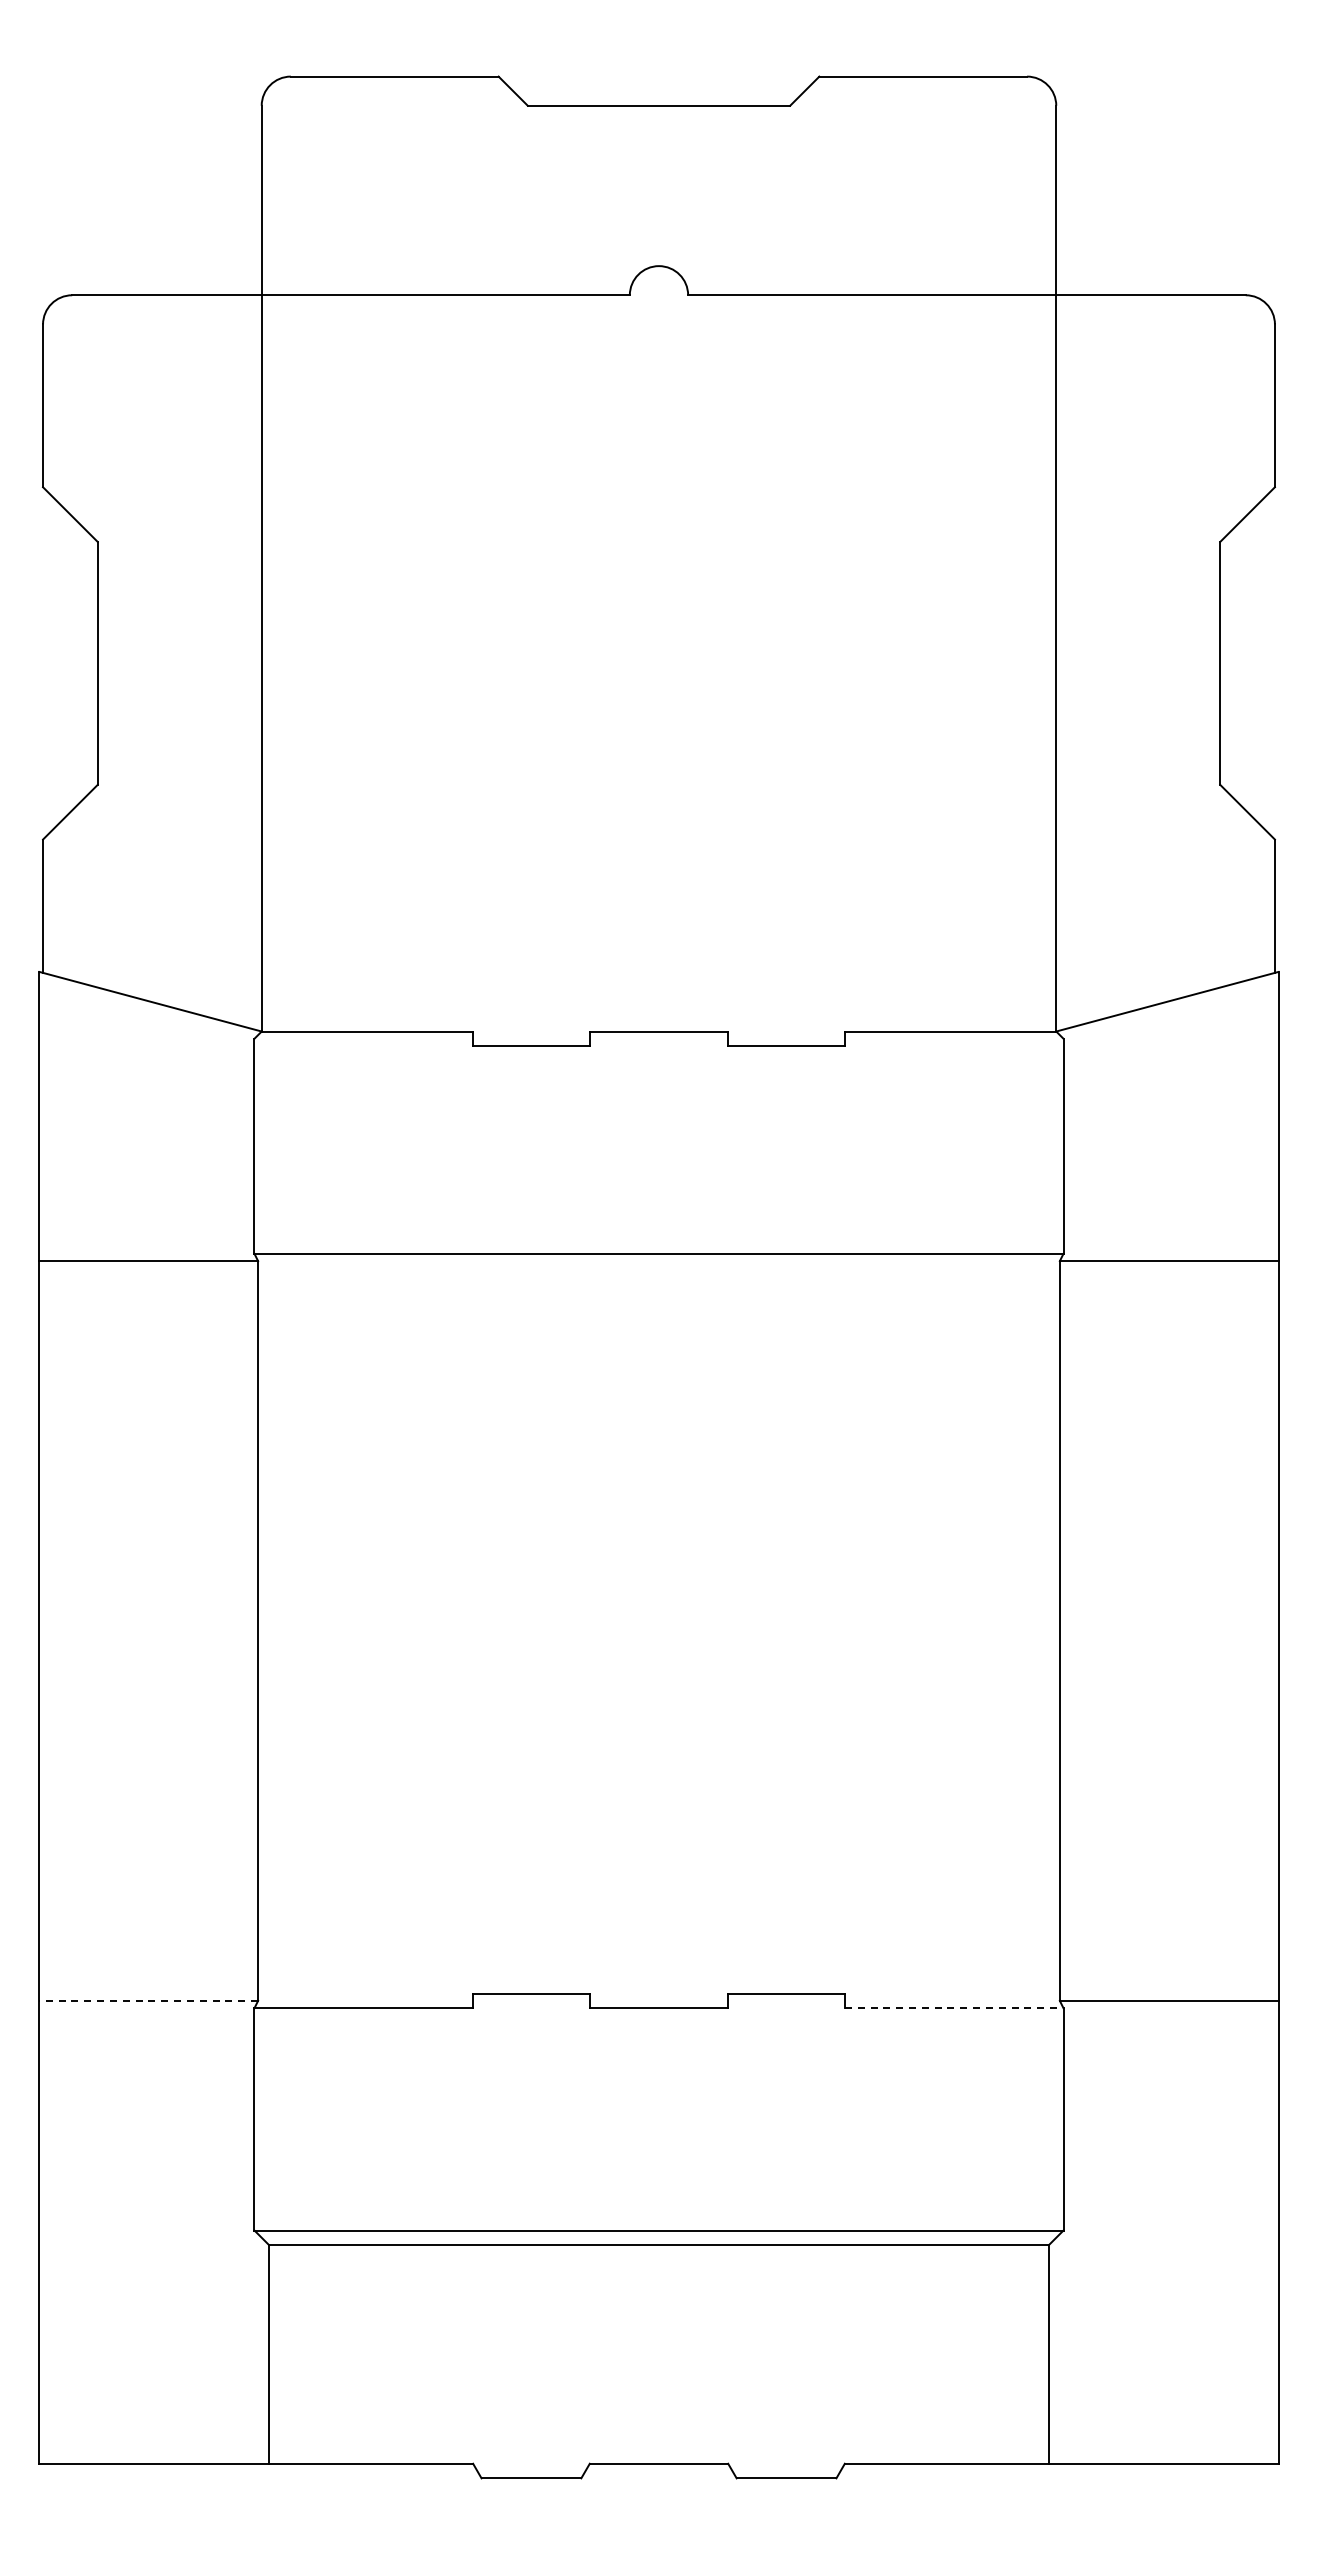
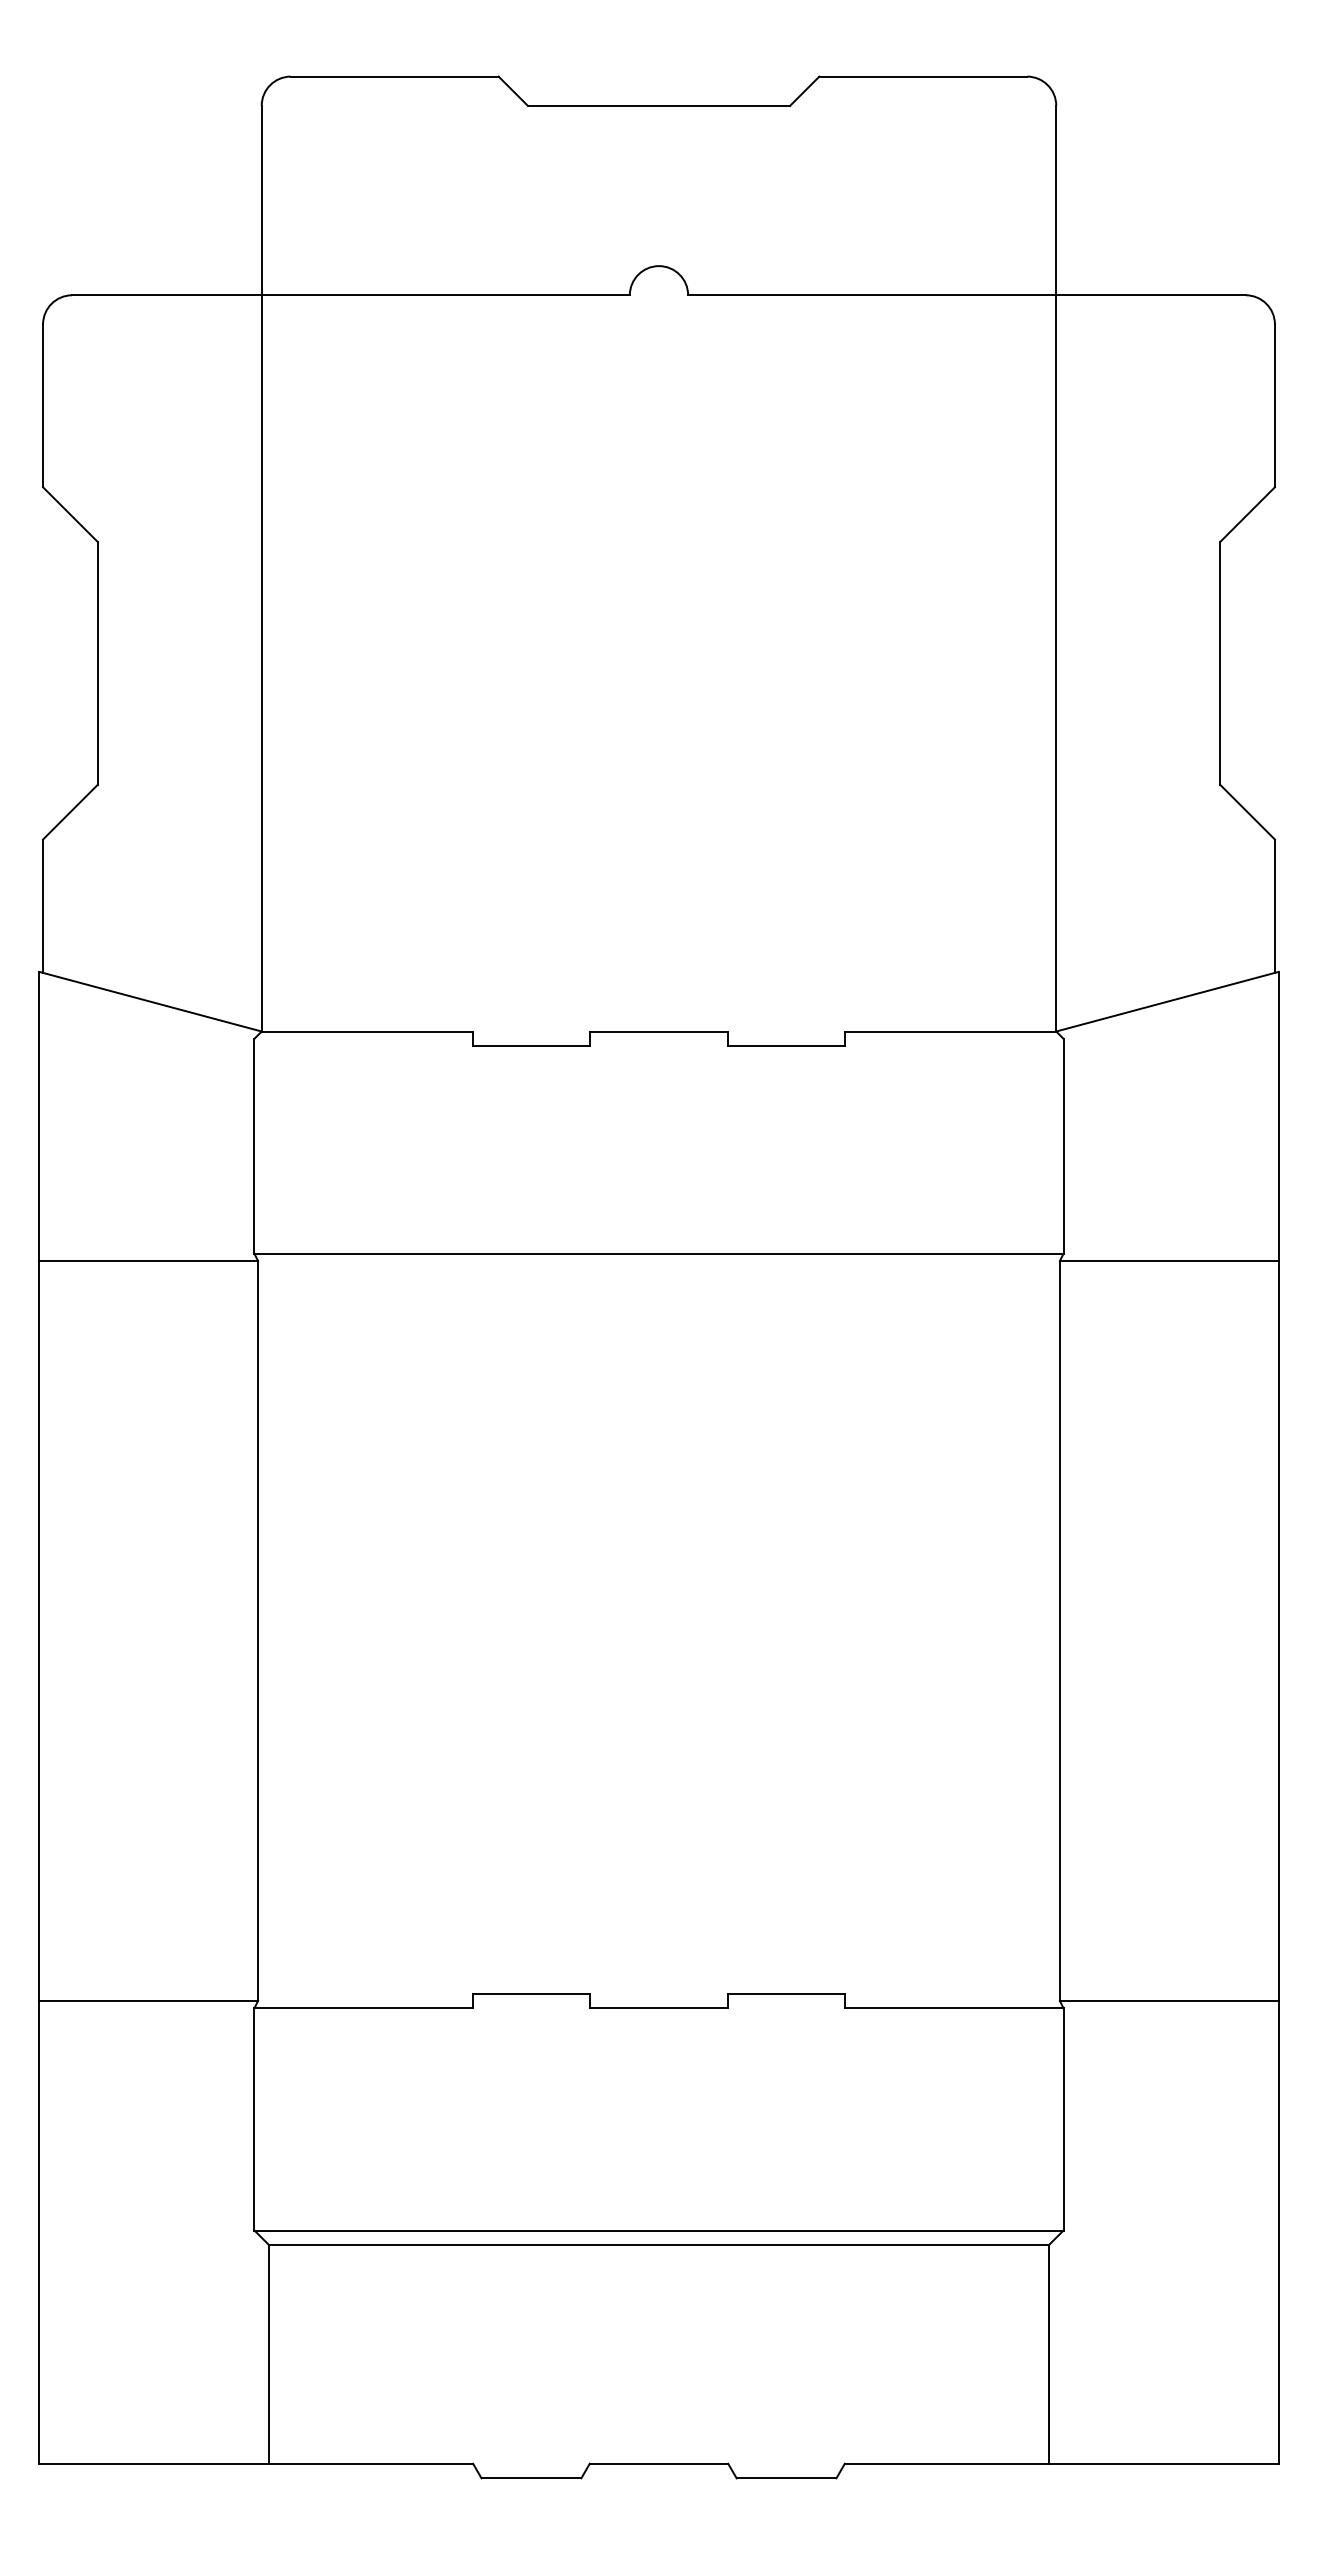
line at (148, 2000): dashed -> solid
line at (954, 2008): dashed -> solid
